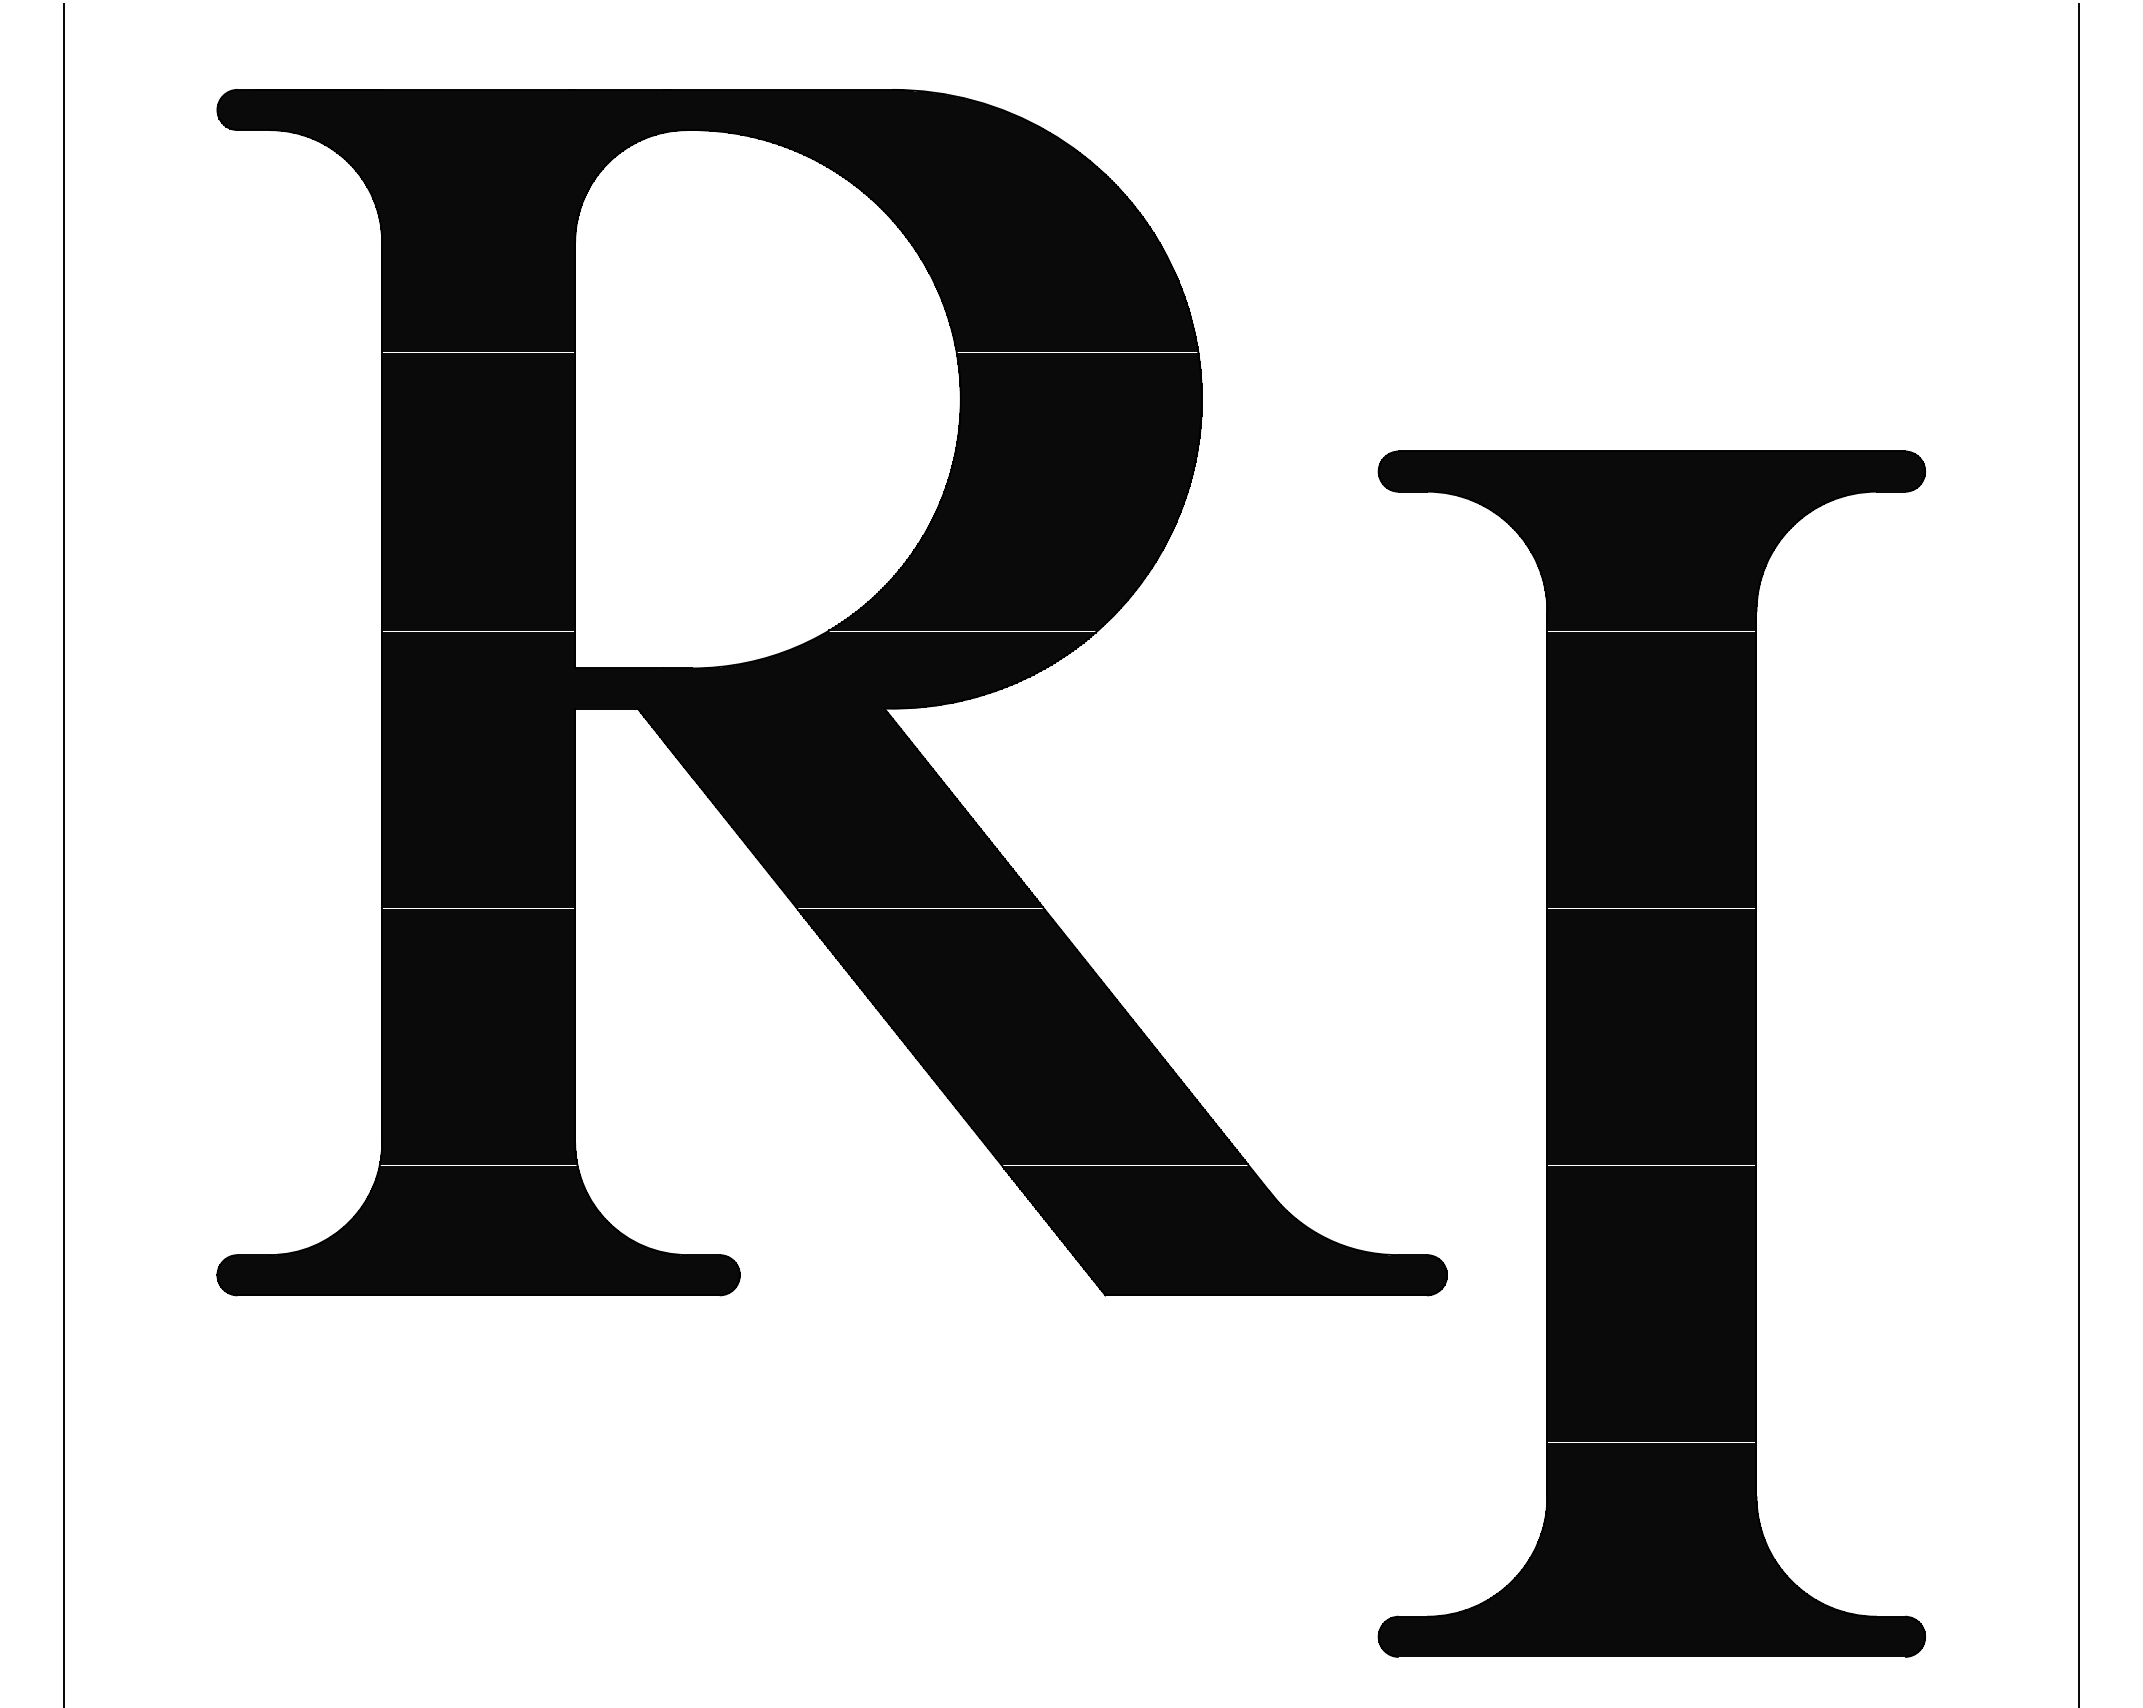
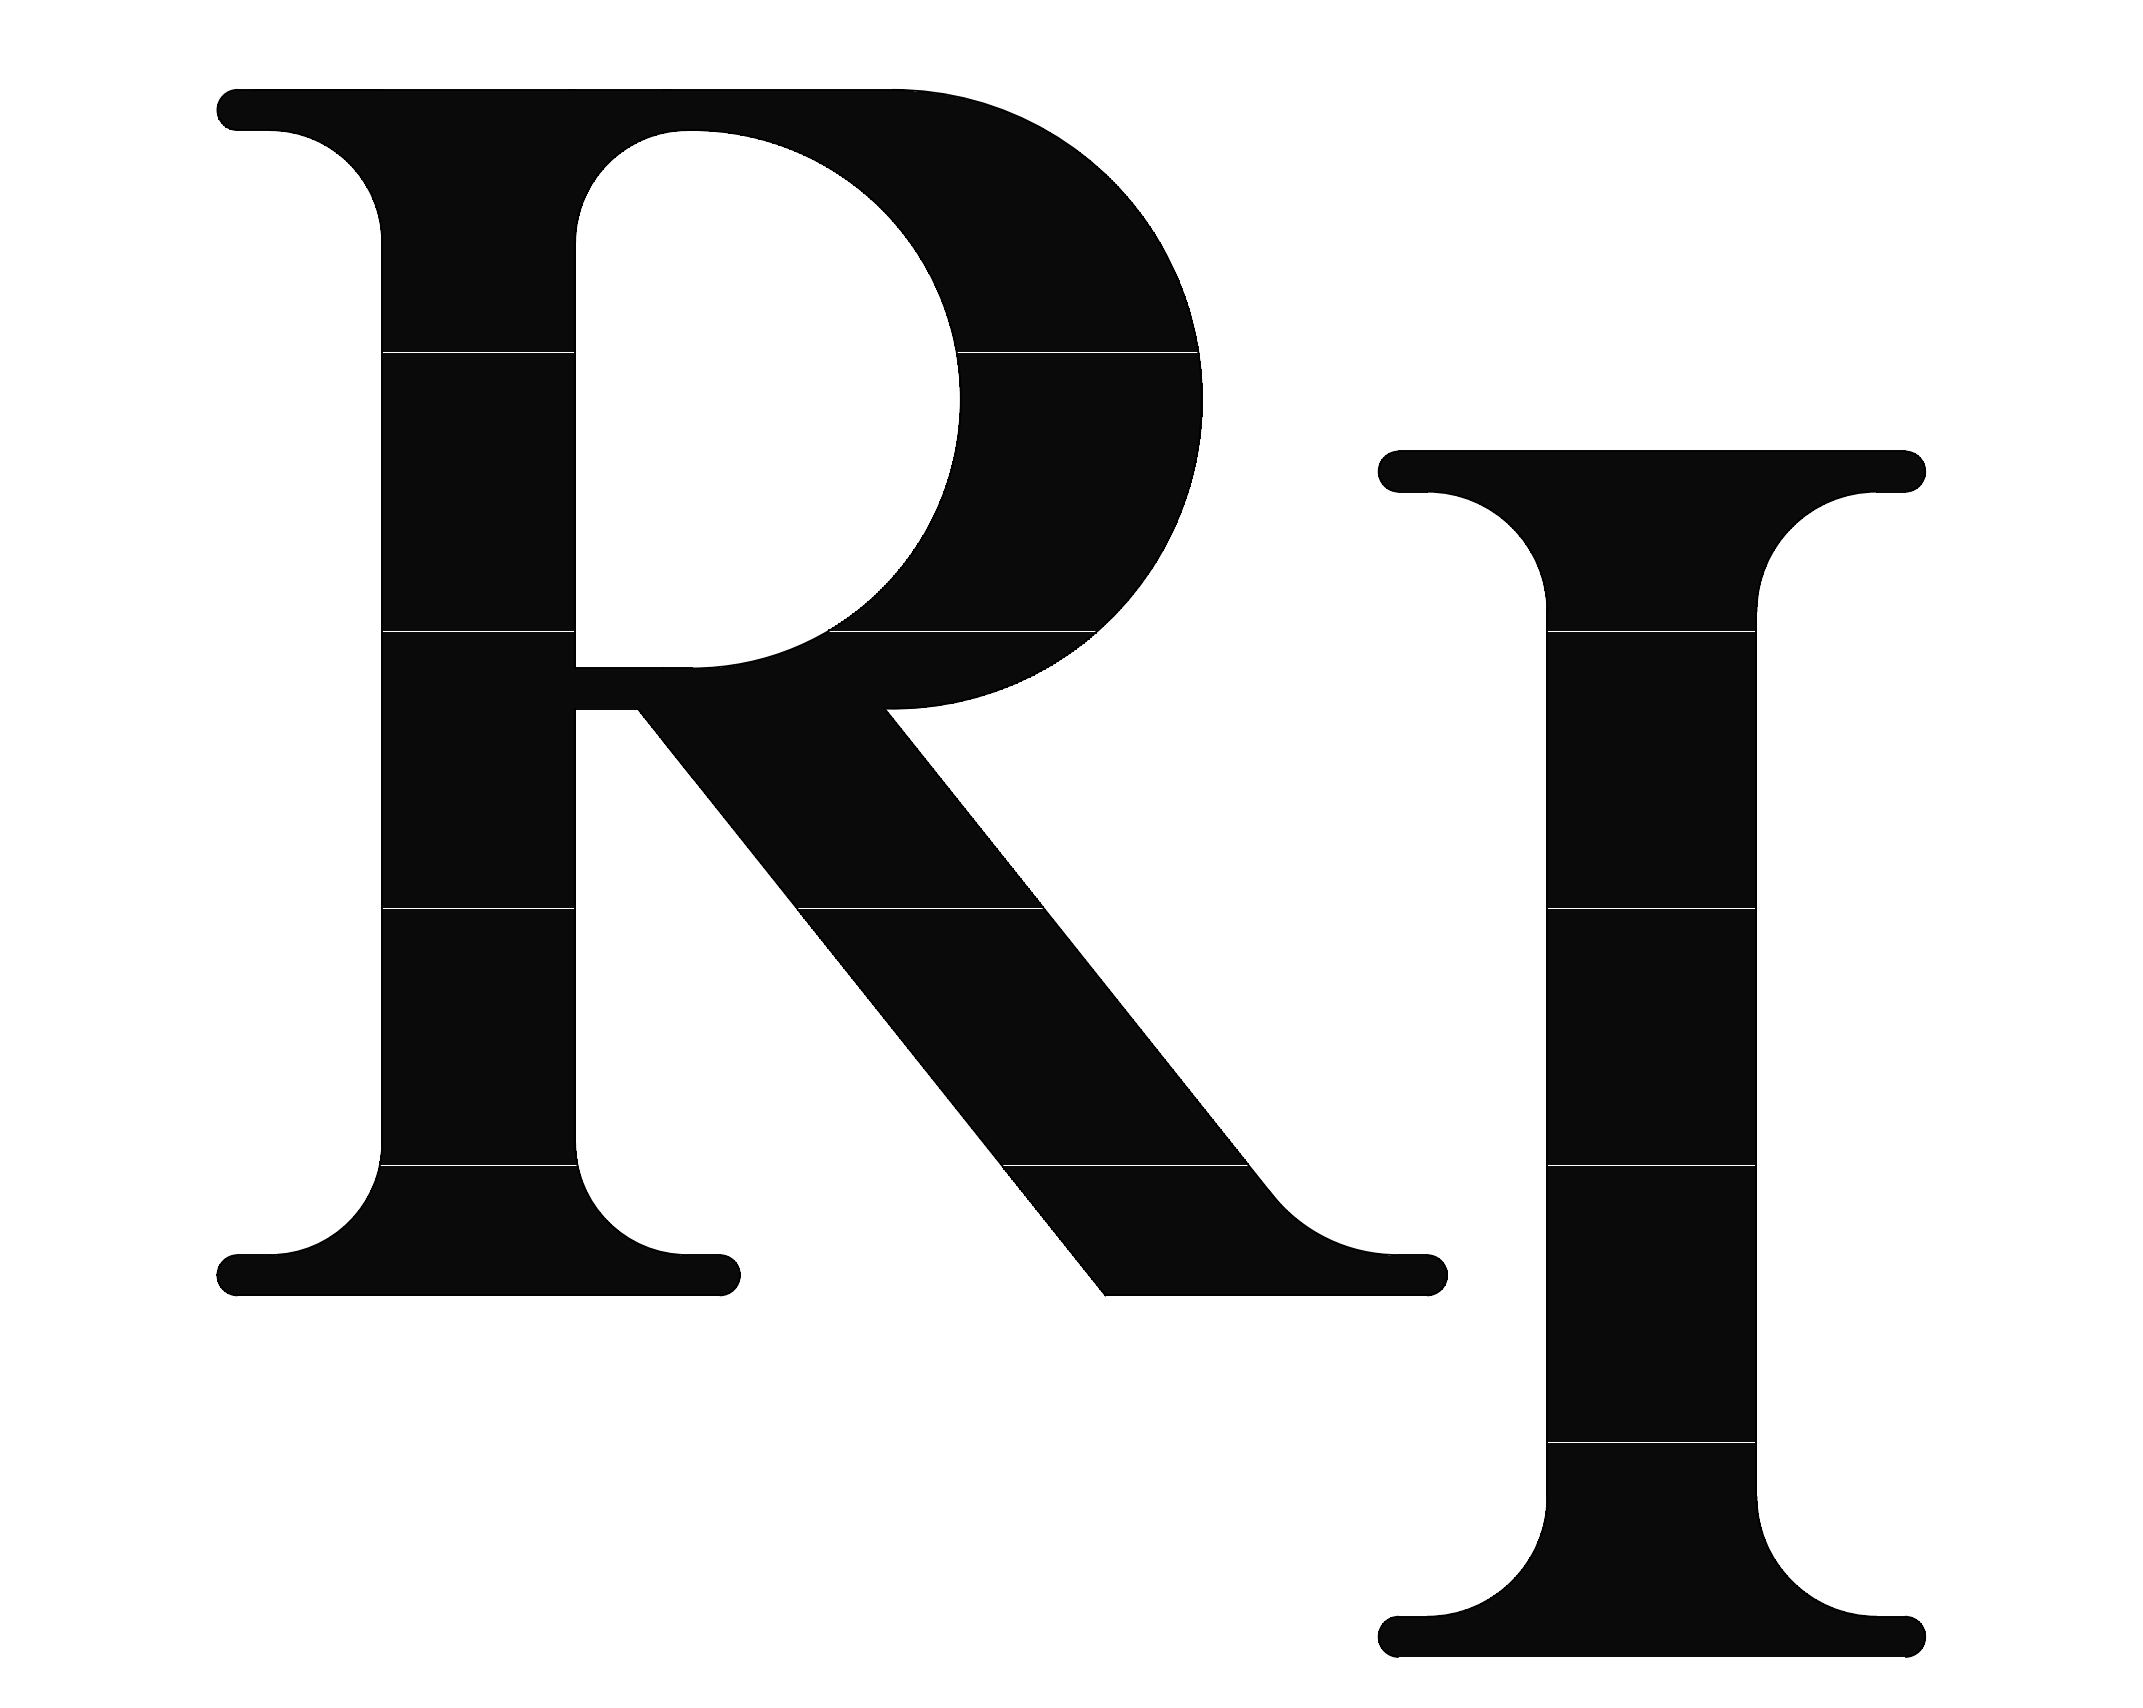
line at (64, 854): present -> none
line at (2078, 854): present -> none
